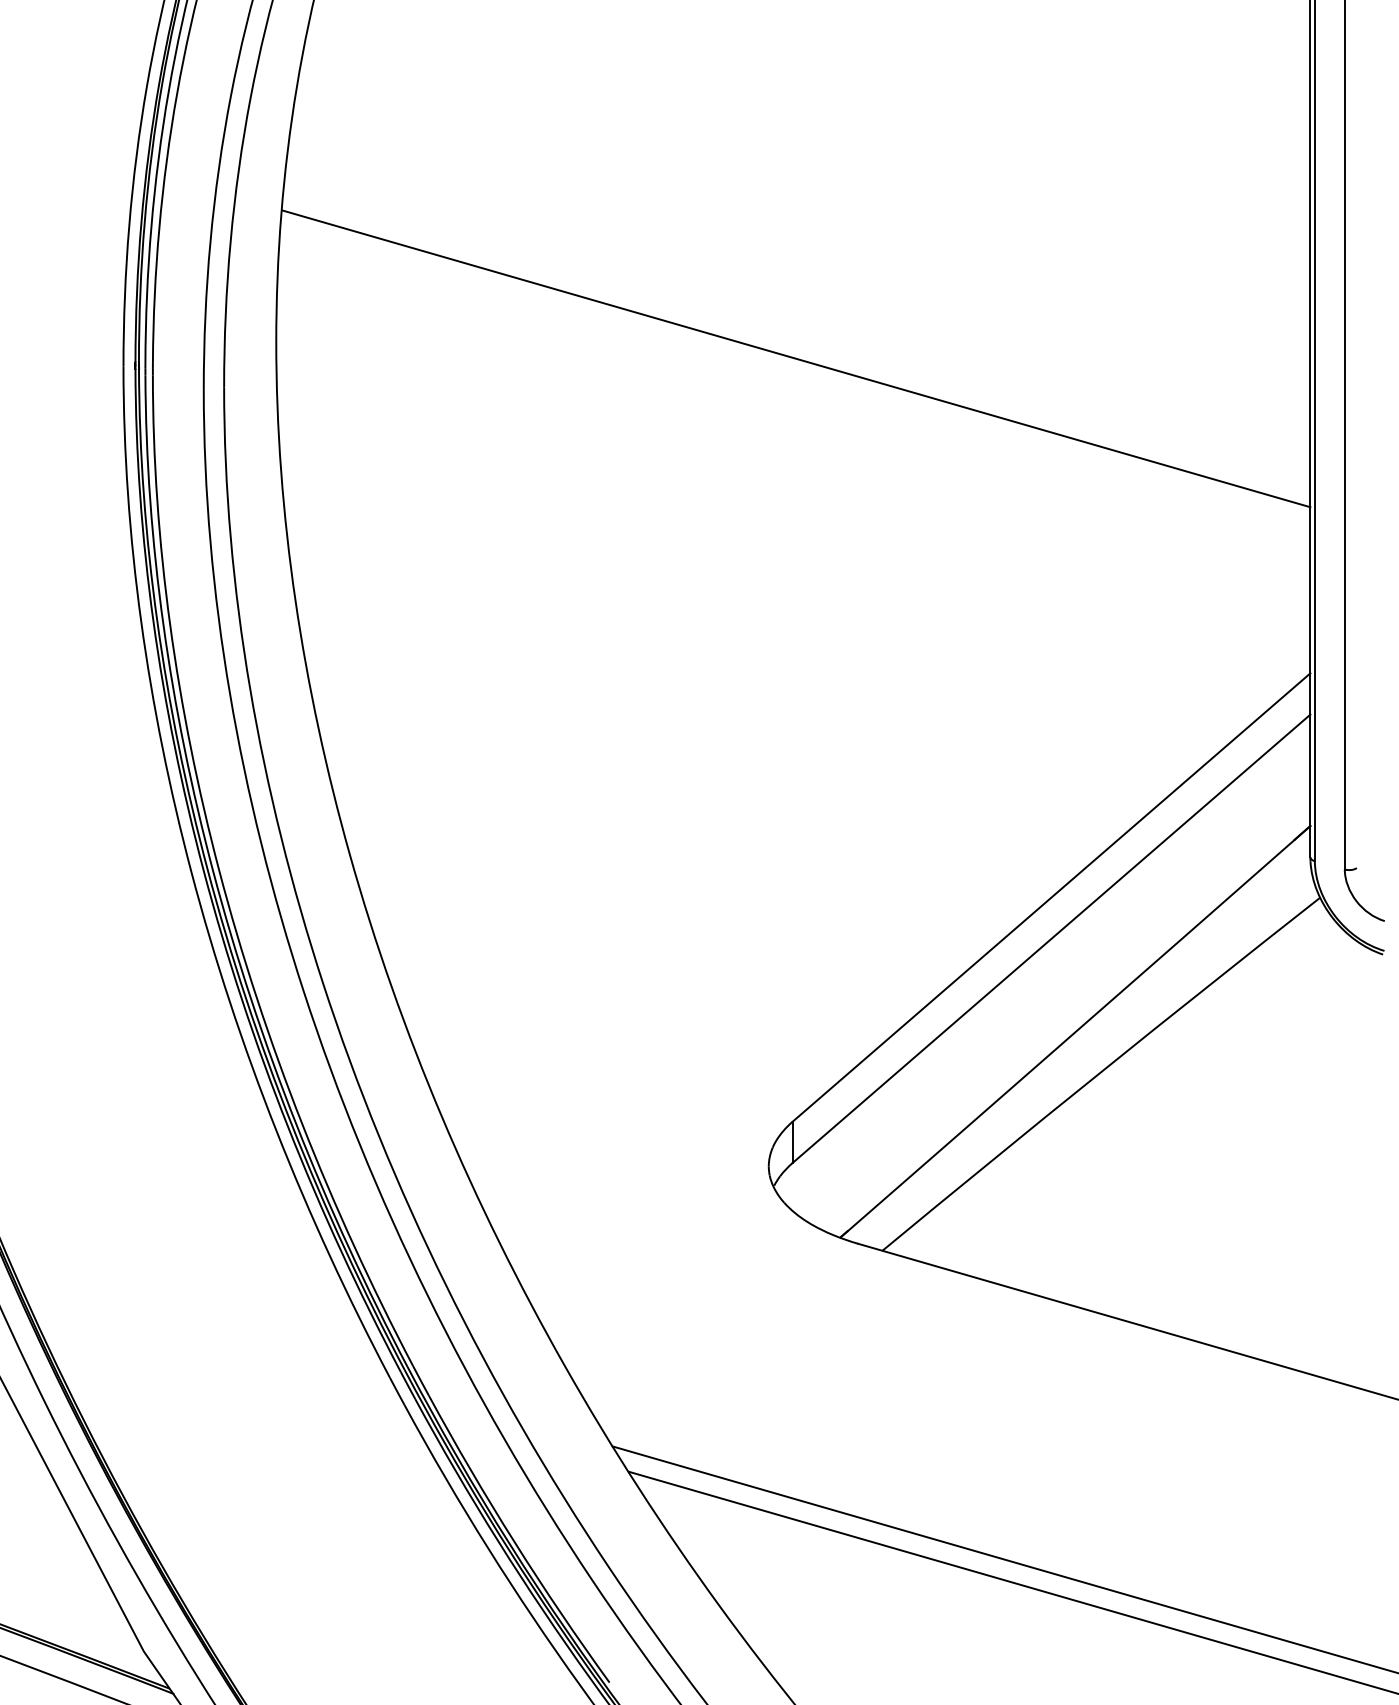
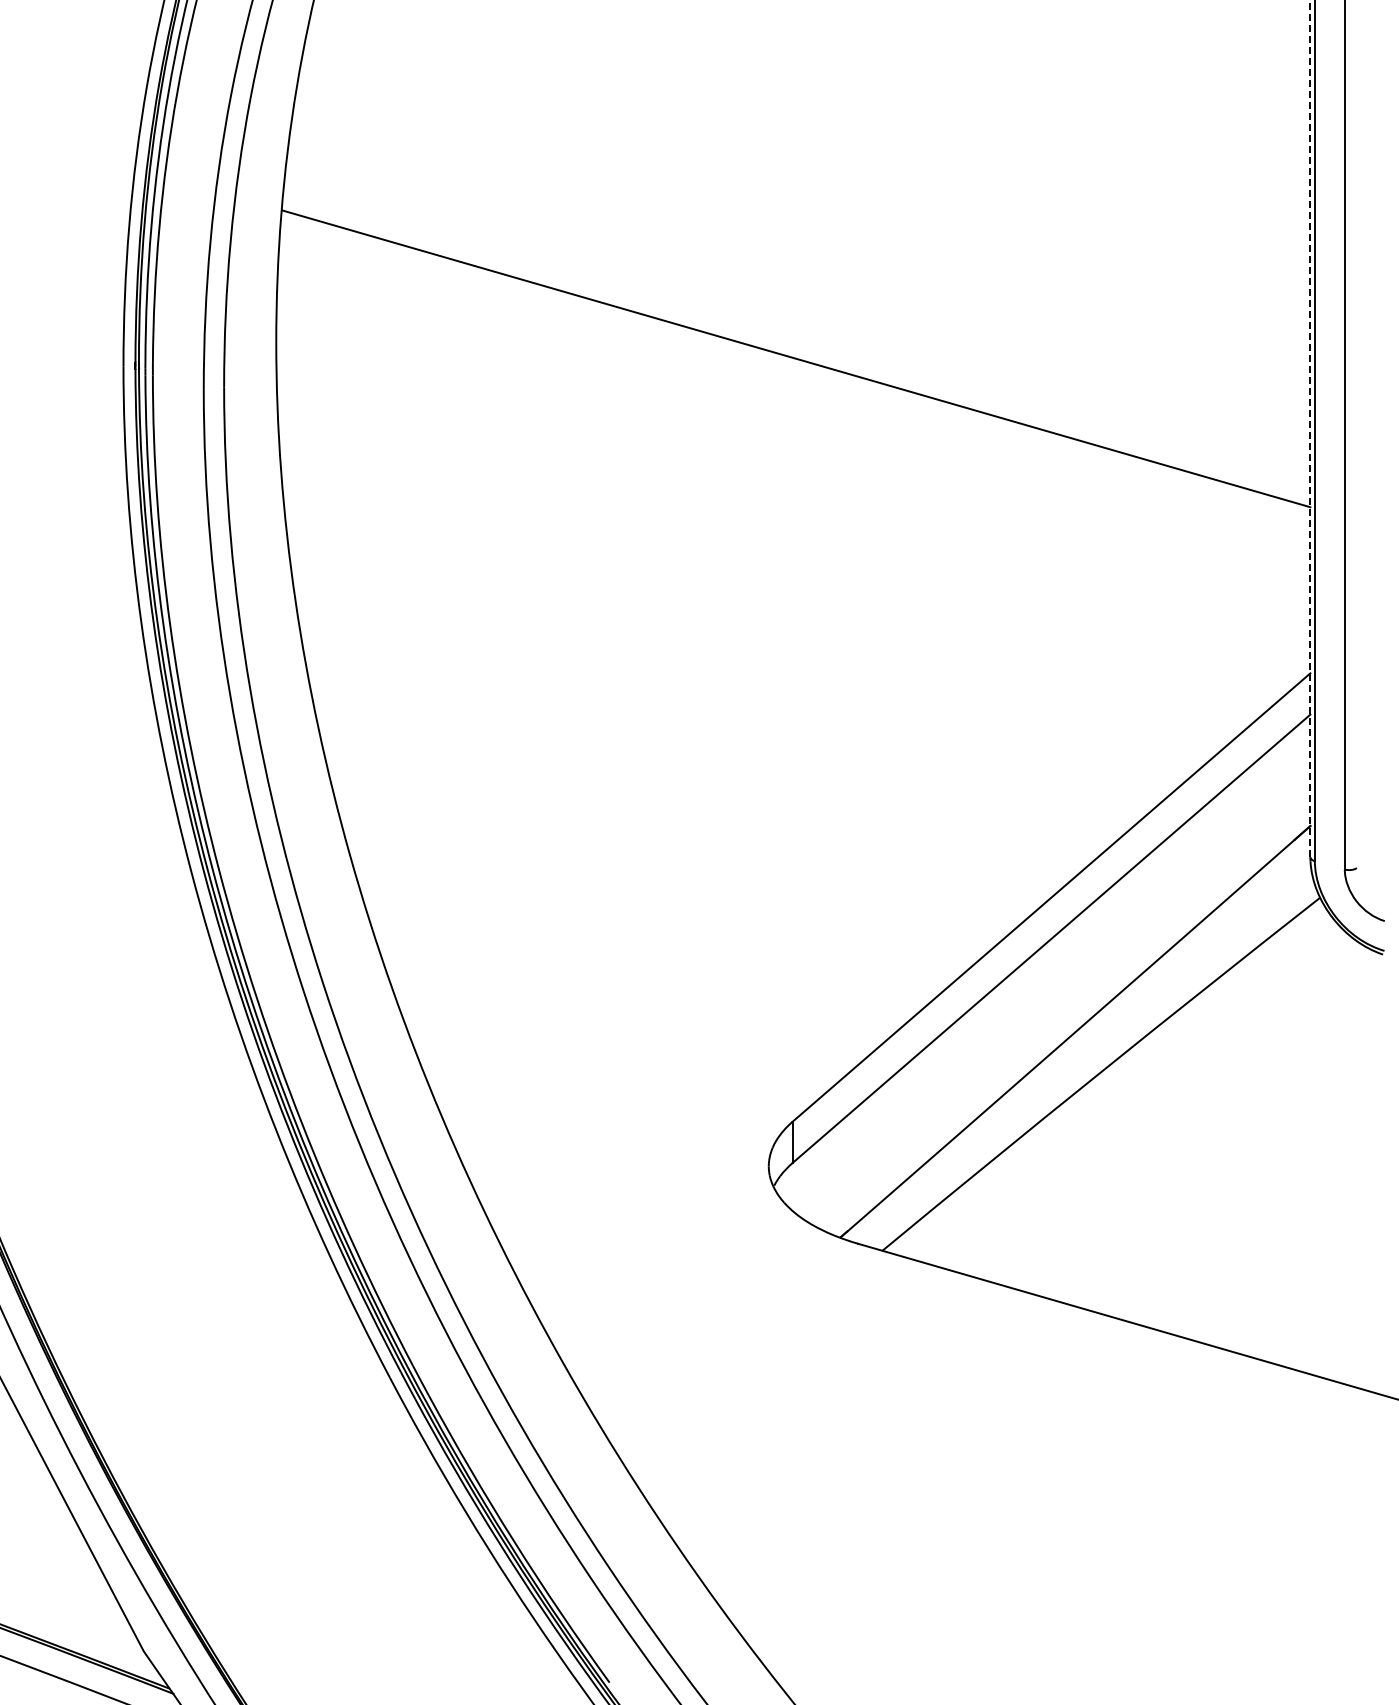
line at (1310, 428): solid -> dashed
line at (1003, 1559): present -> none
line at (1011, 1582): present -> none
